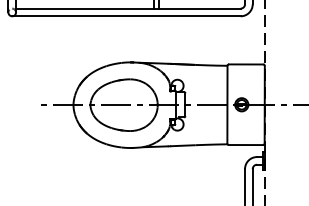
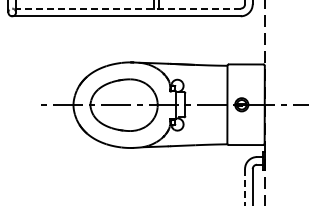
line at (127, 8): solid -> dashed
line at (245, 187): solid -> dashed
